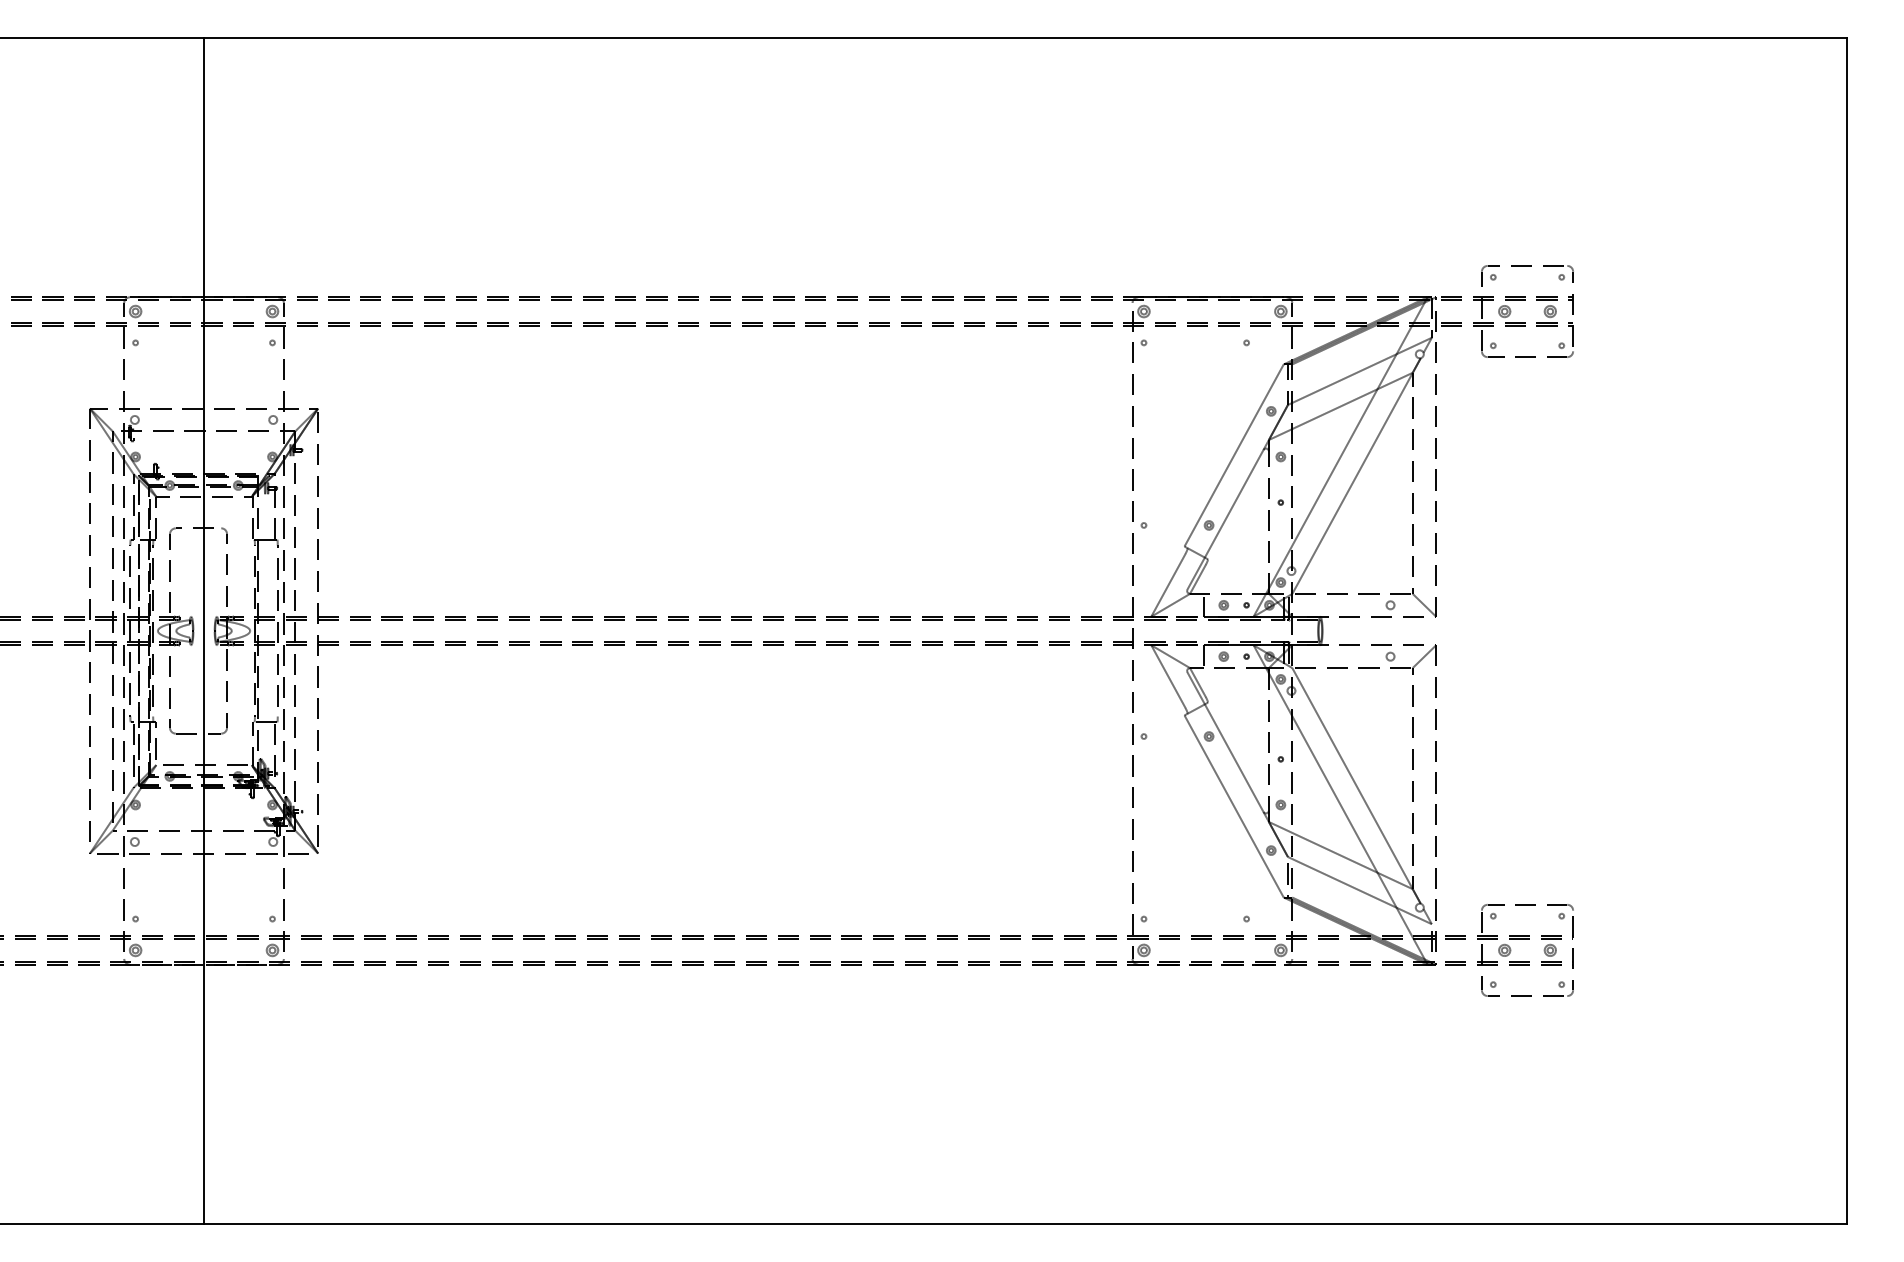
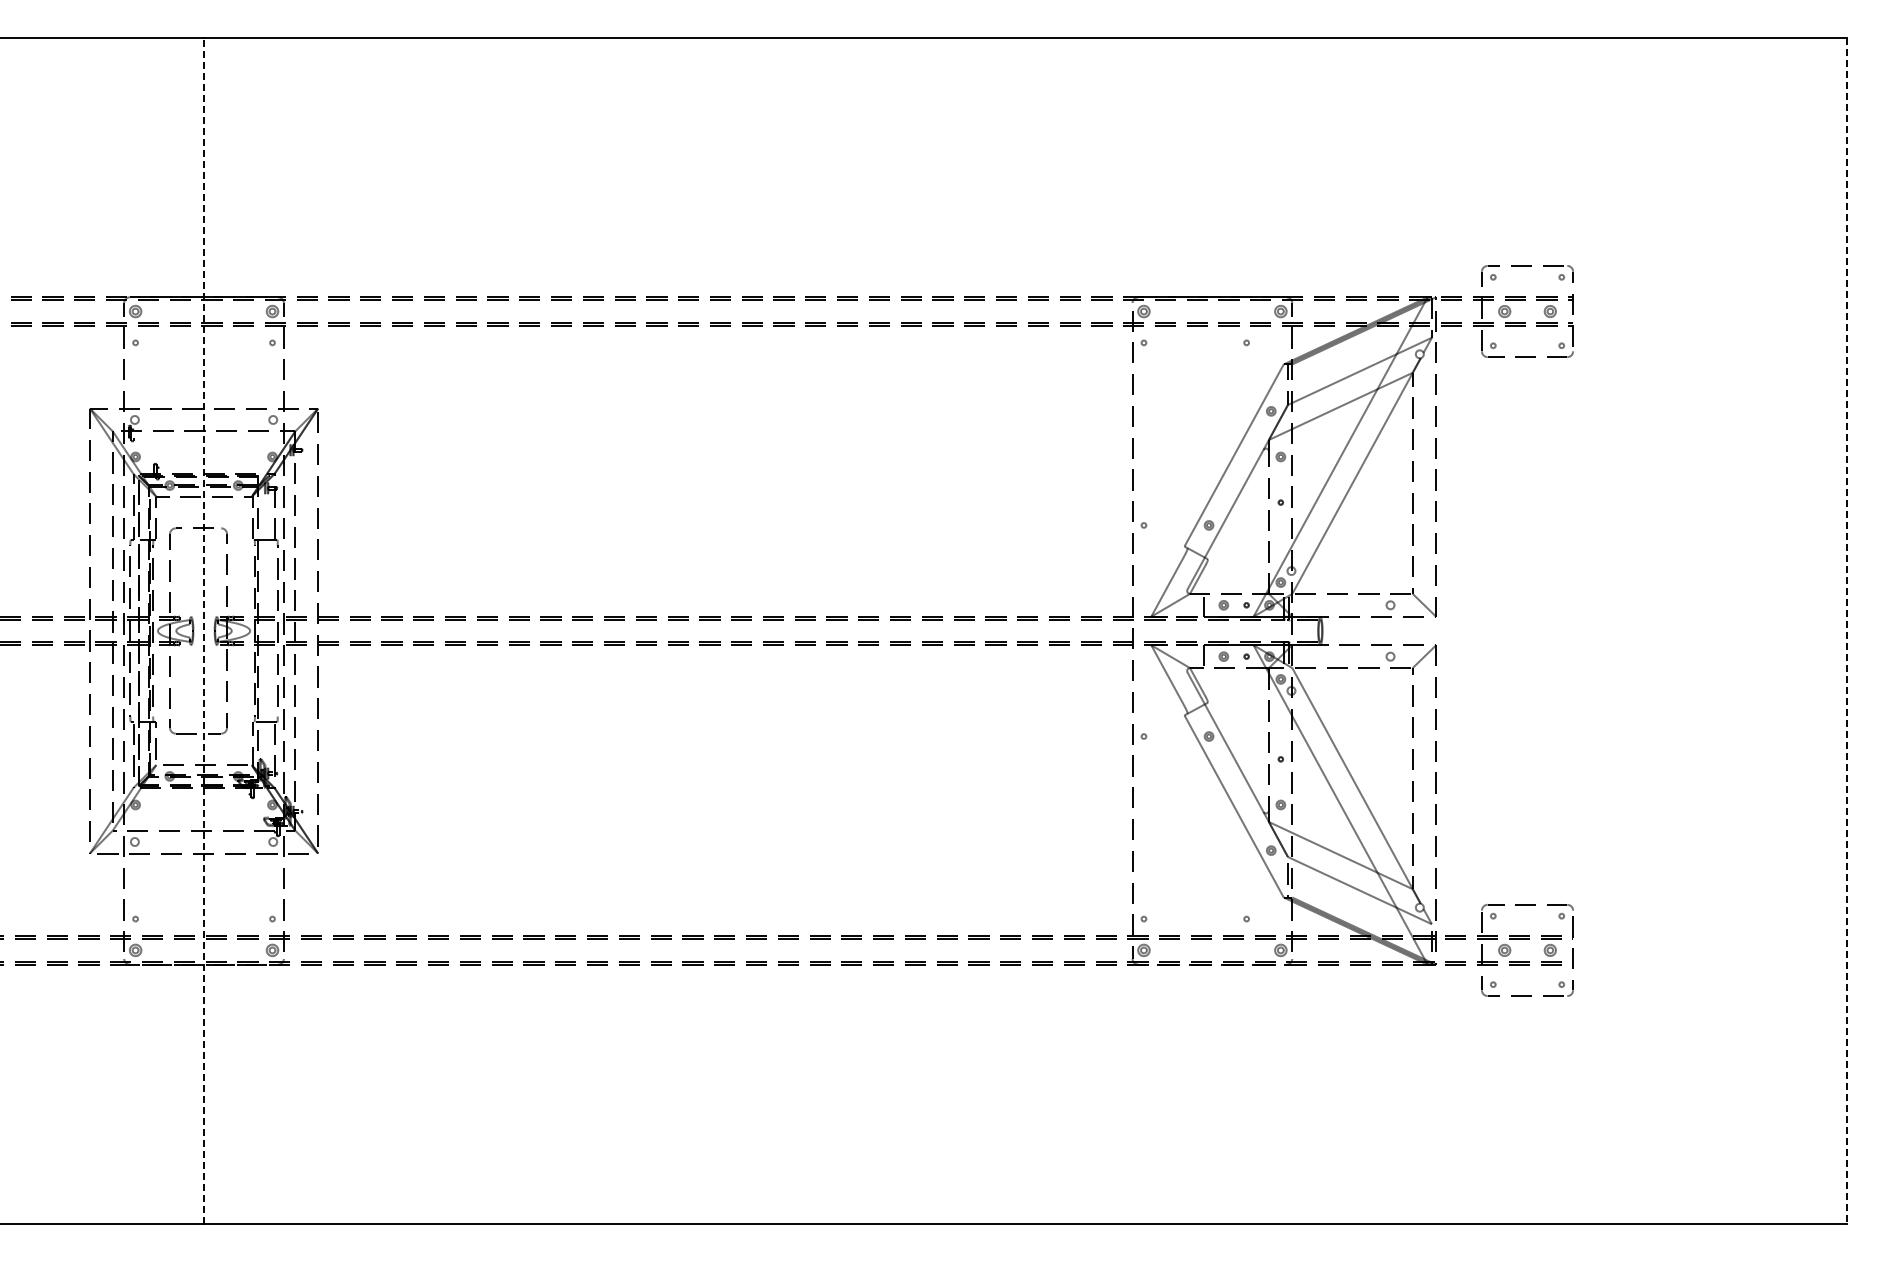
line at (204, 630): solid -> dashed
line at (1846, 631): solid -> dashed
